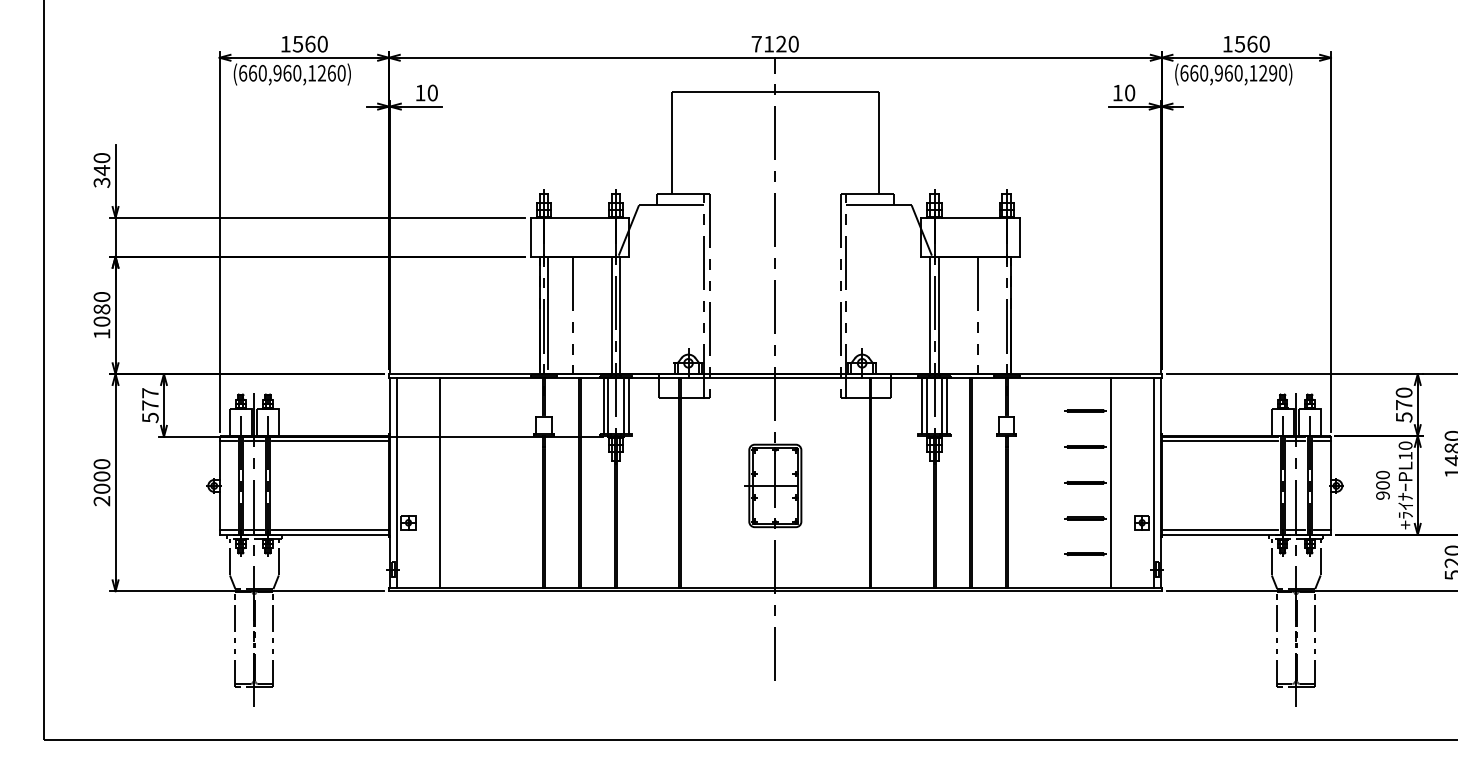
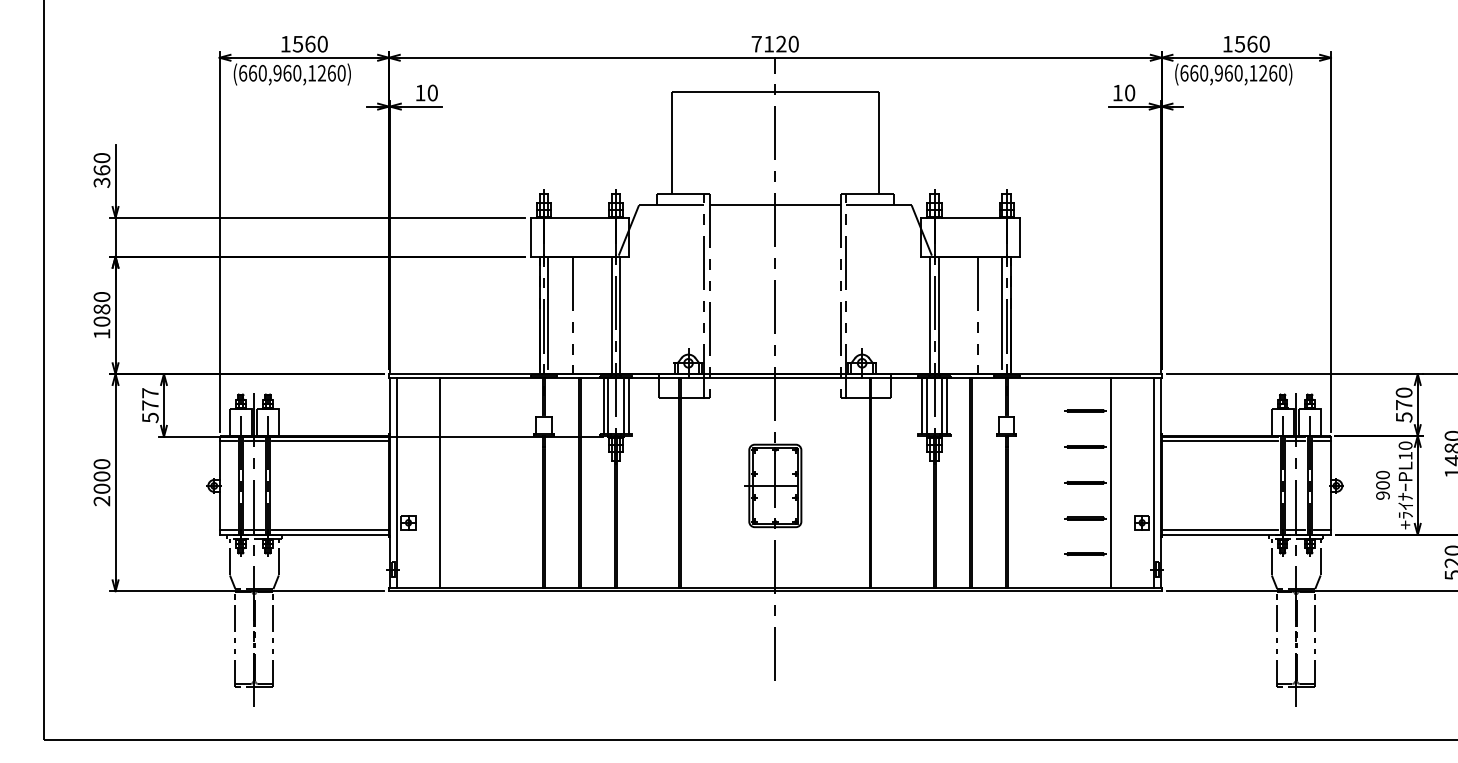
text at (1273, 73): (660,960,1290) -> (660,960,1260)
text at (101, 170): 340 -> 360
line at (774, 205): none -> present
line at (1002, 312): none -> present
